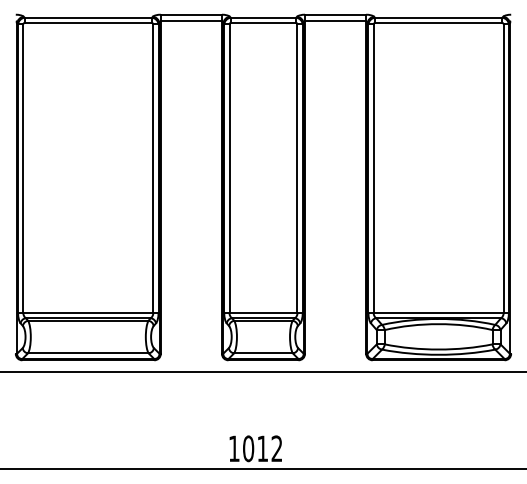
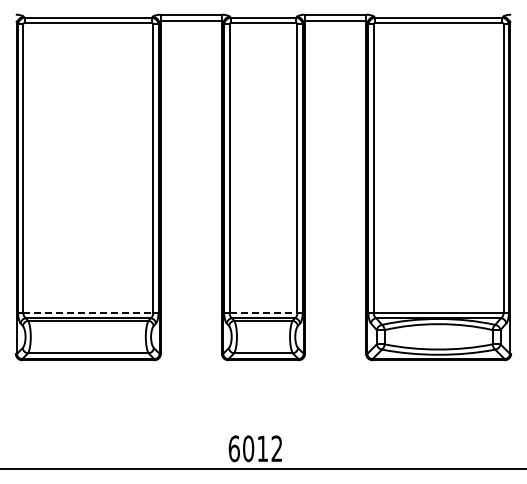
line at (88, 313): solid -> dashed
line at (263, 313): solid -> dashed
line at (262, 371): present -> none
text at (233, 448): 1012 -> 6012
